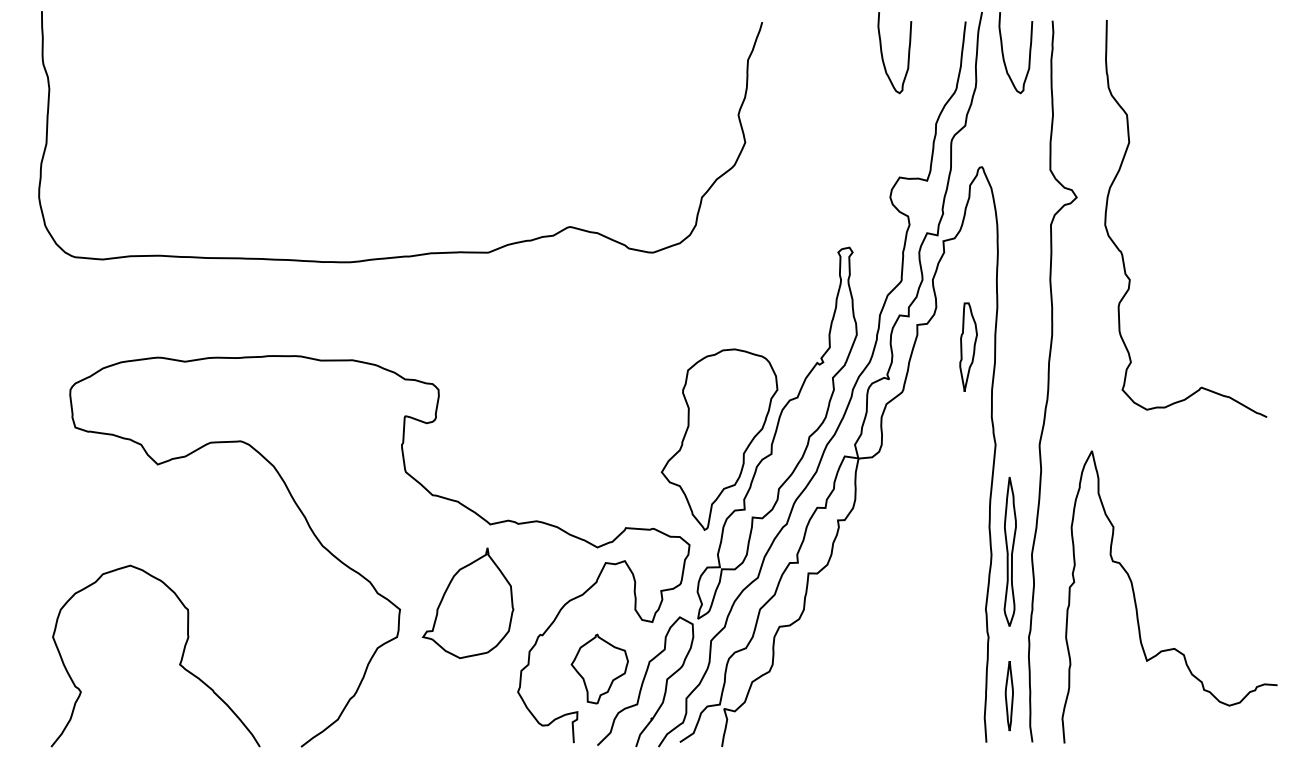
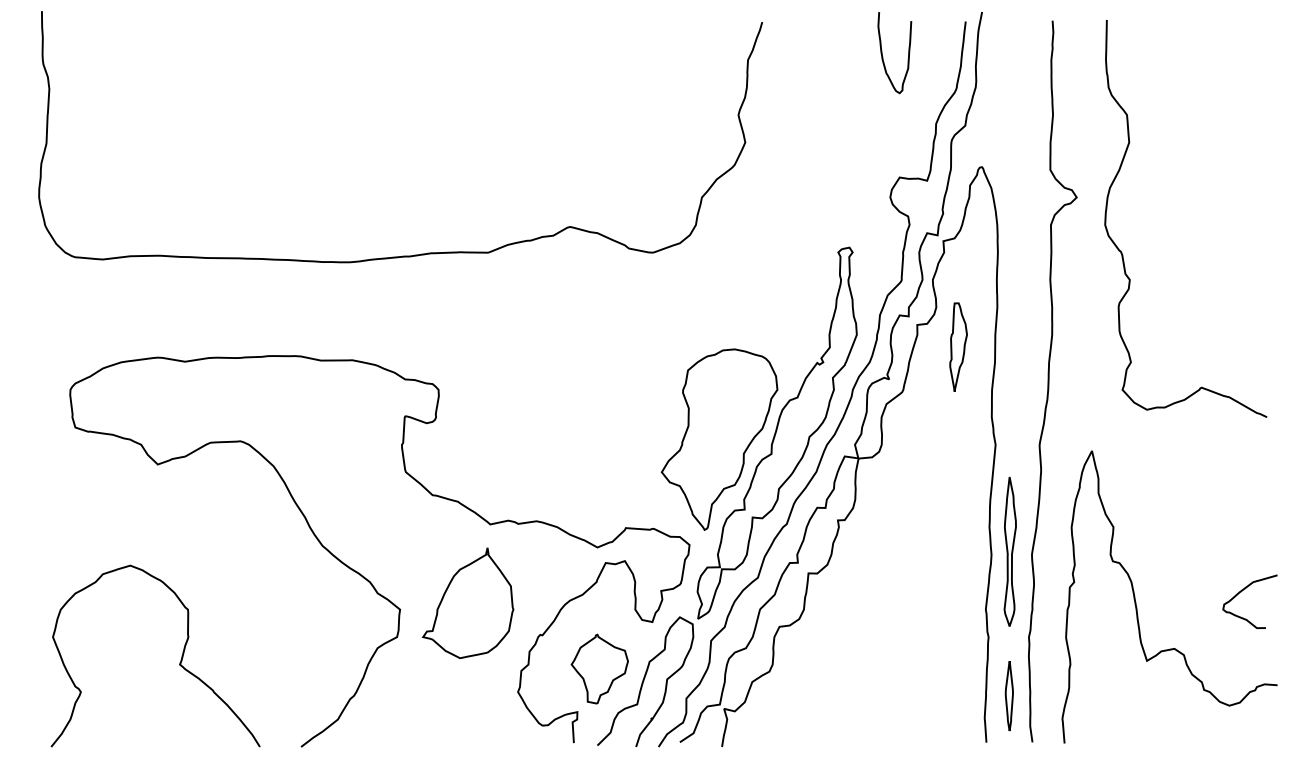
curve at (1004, 56): present -> none
part at (968, 346) position: (968, 346) -> (958, 346)
curve at (1241, 592): none -> present
